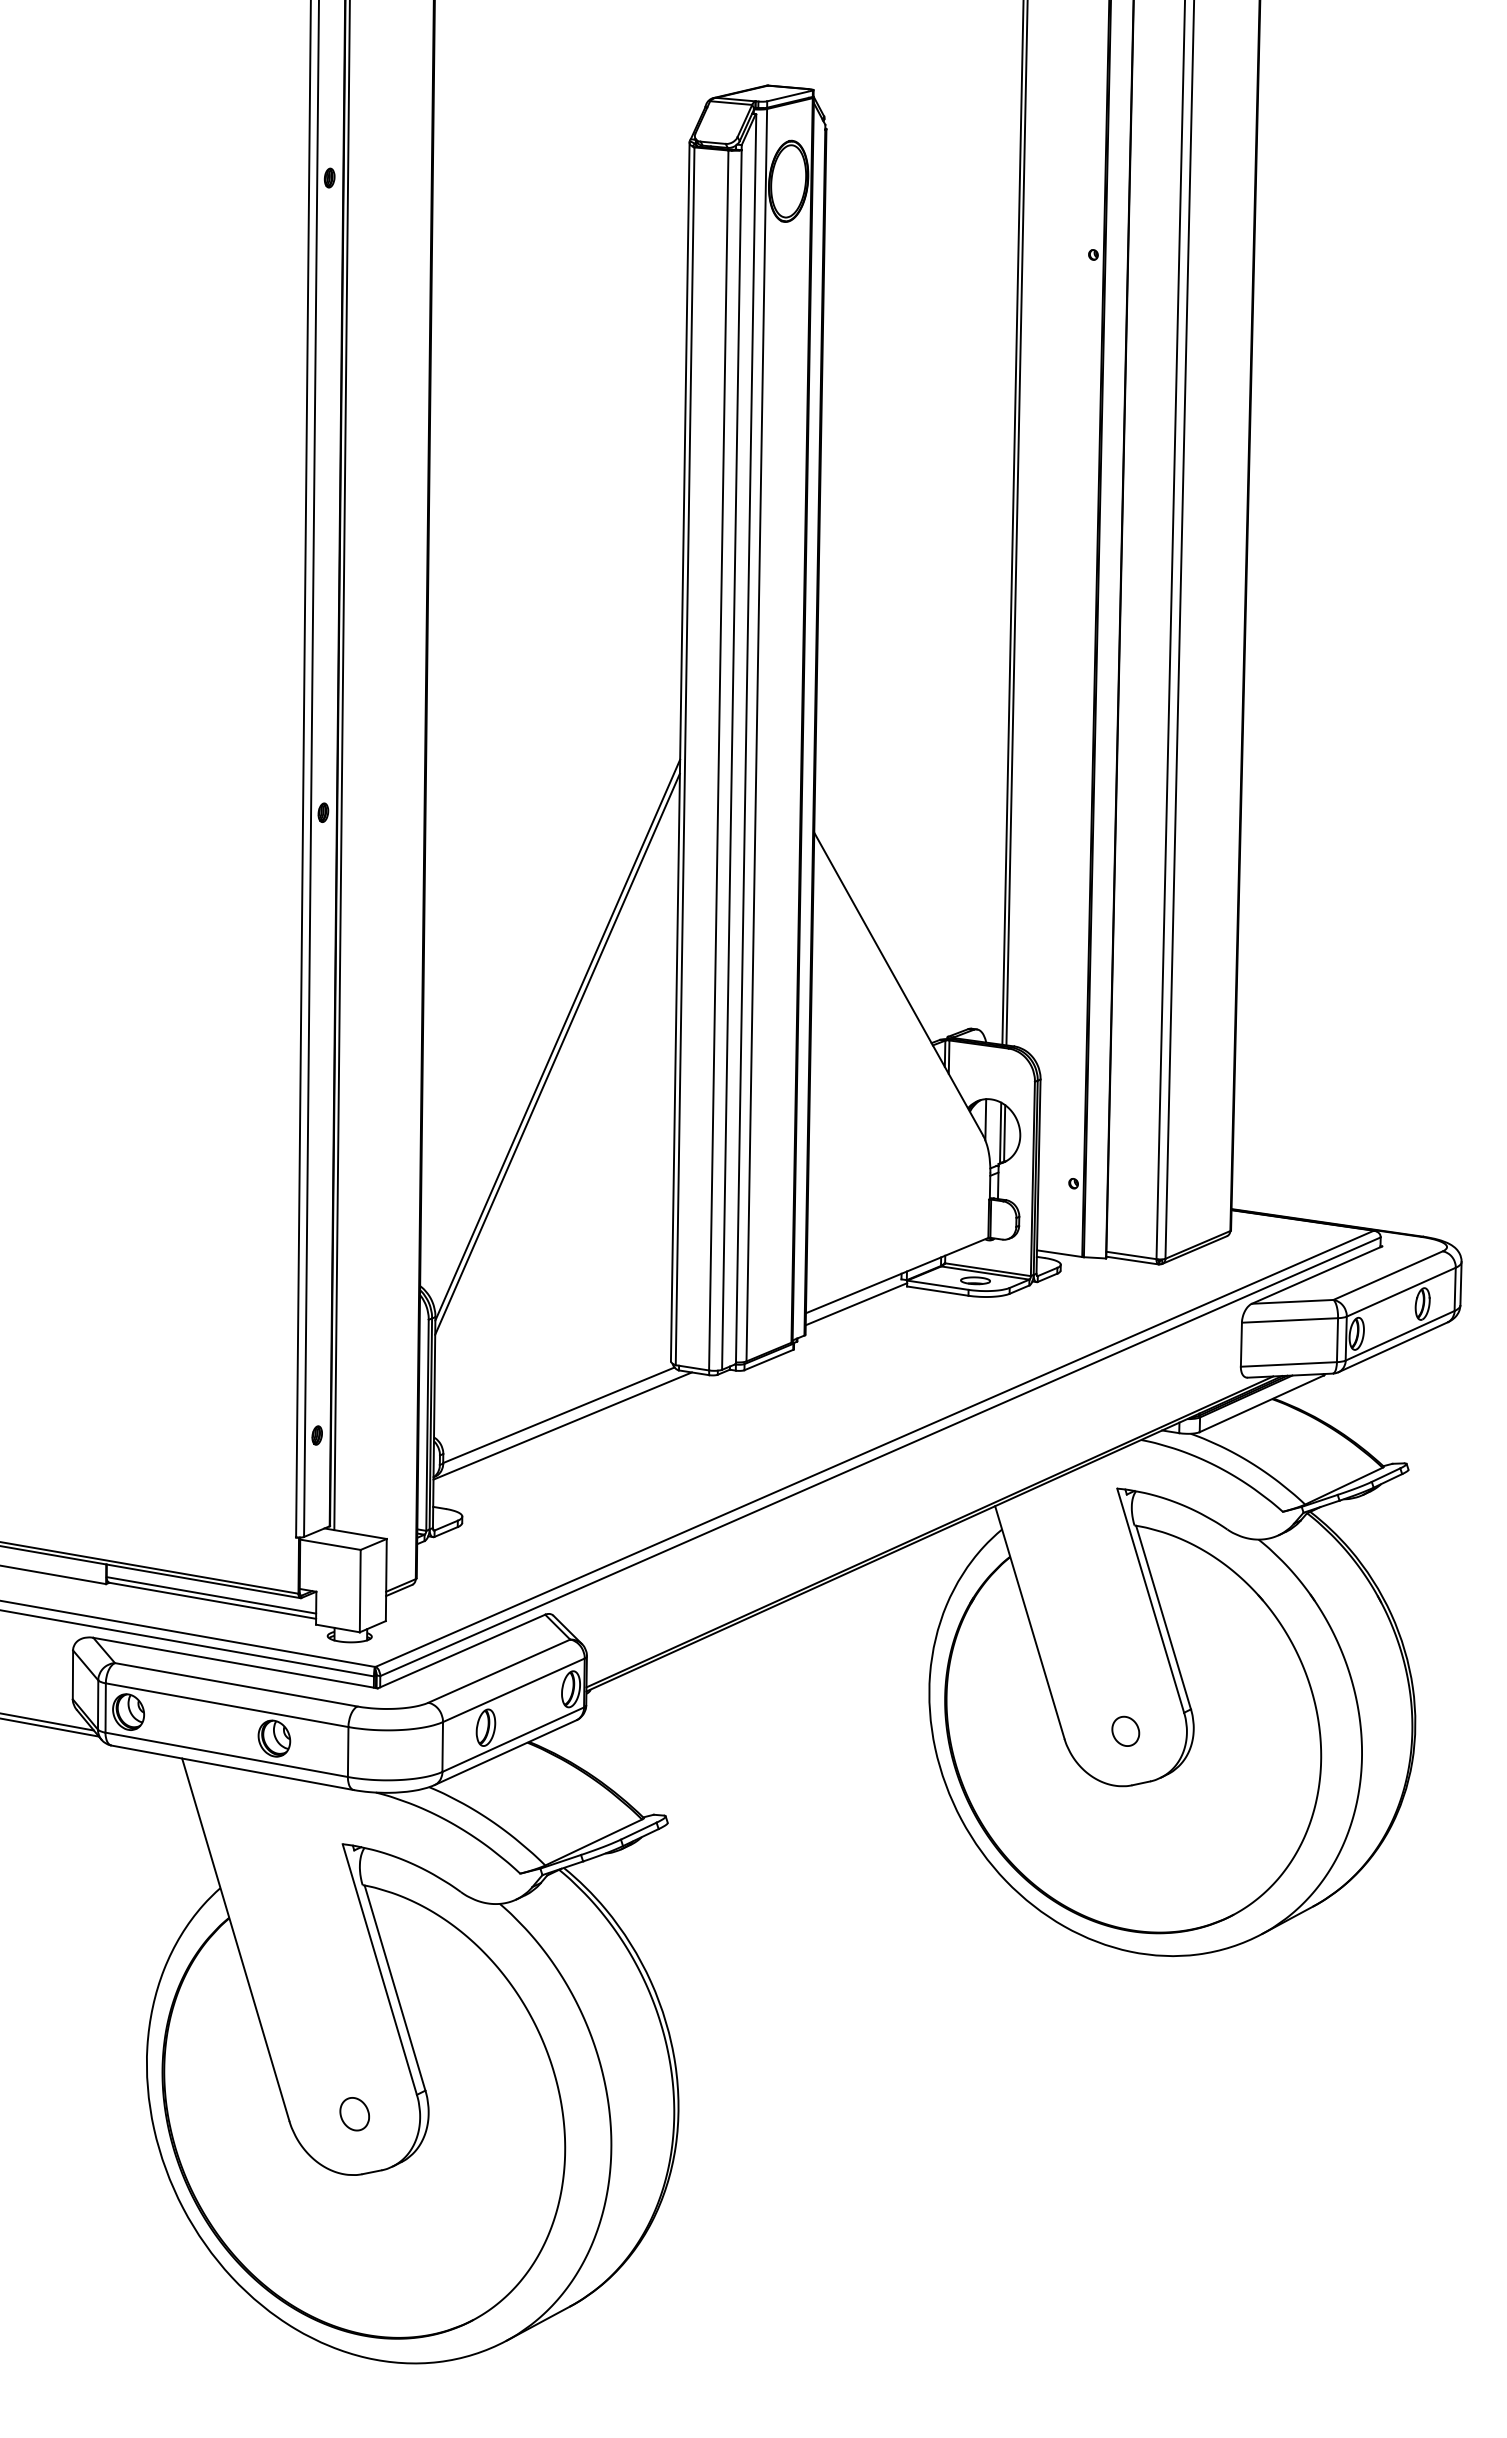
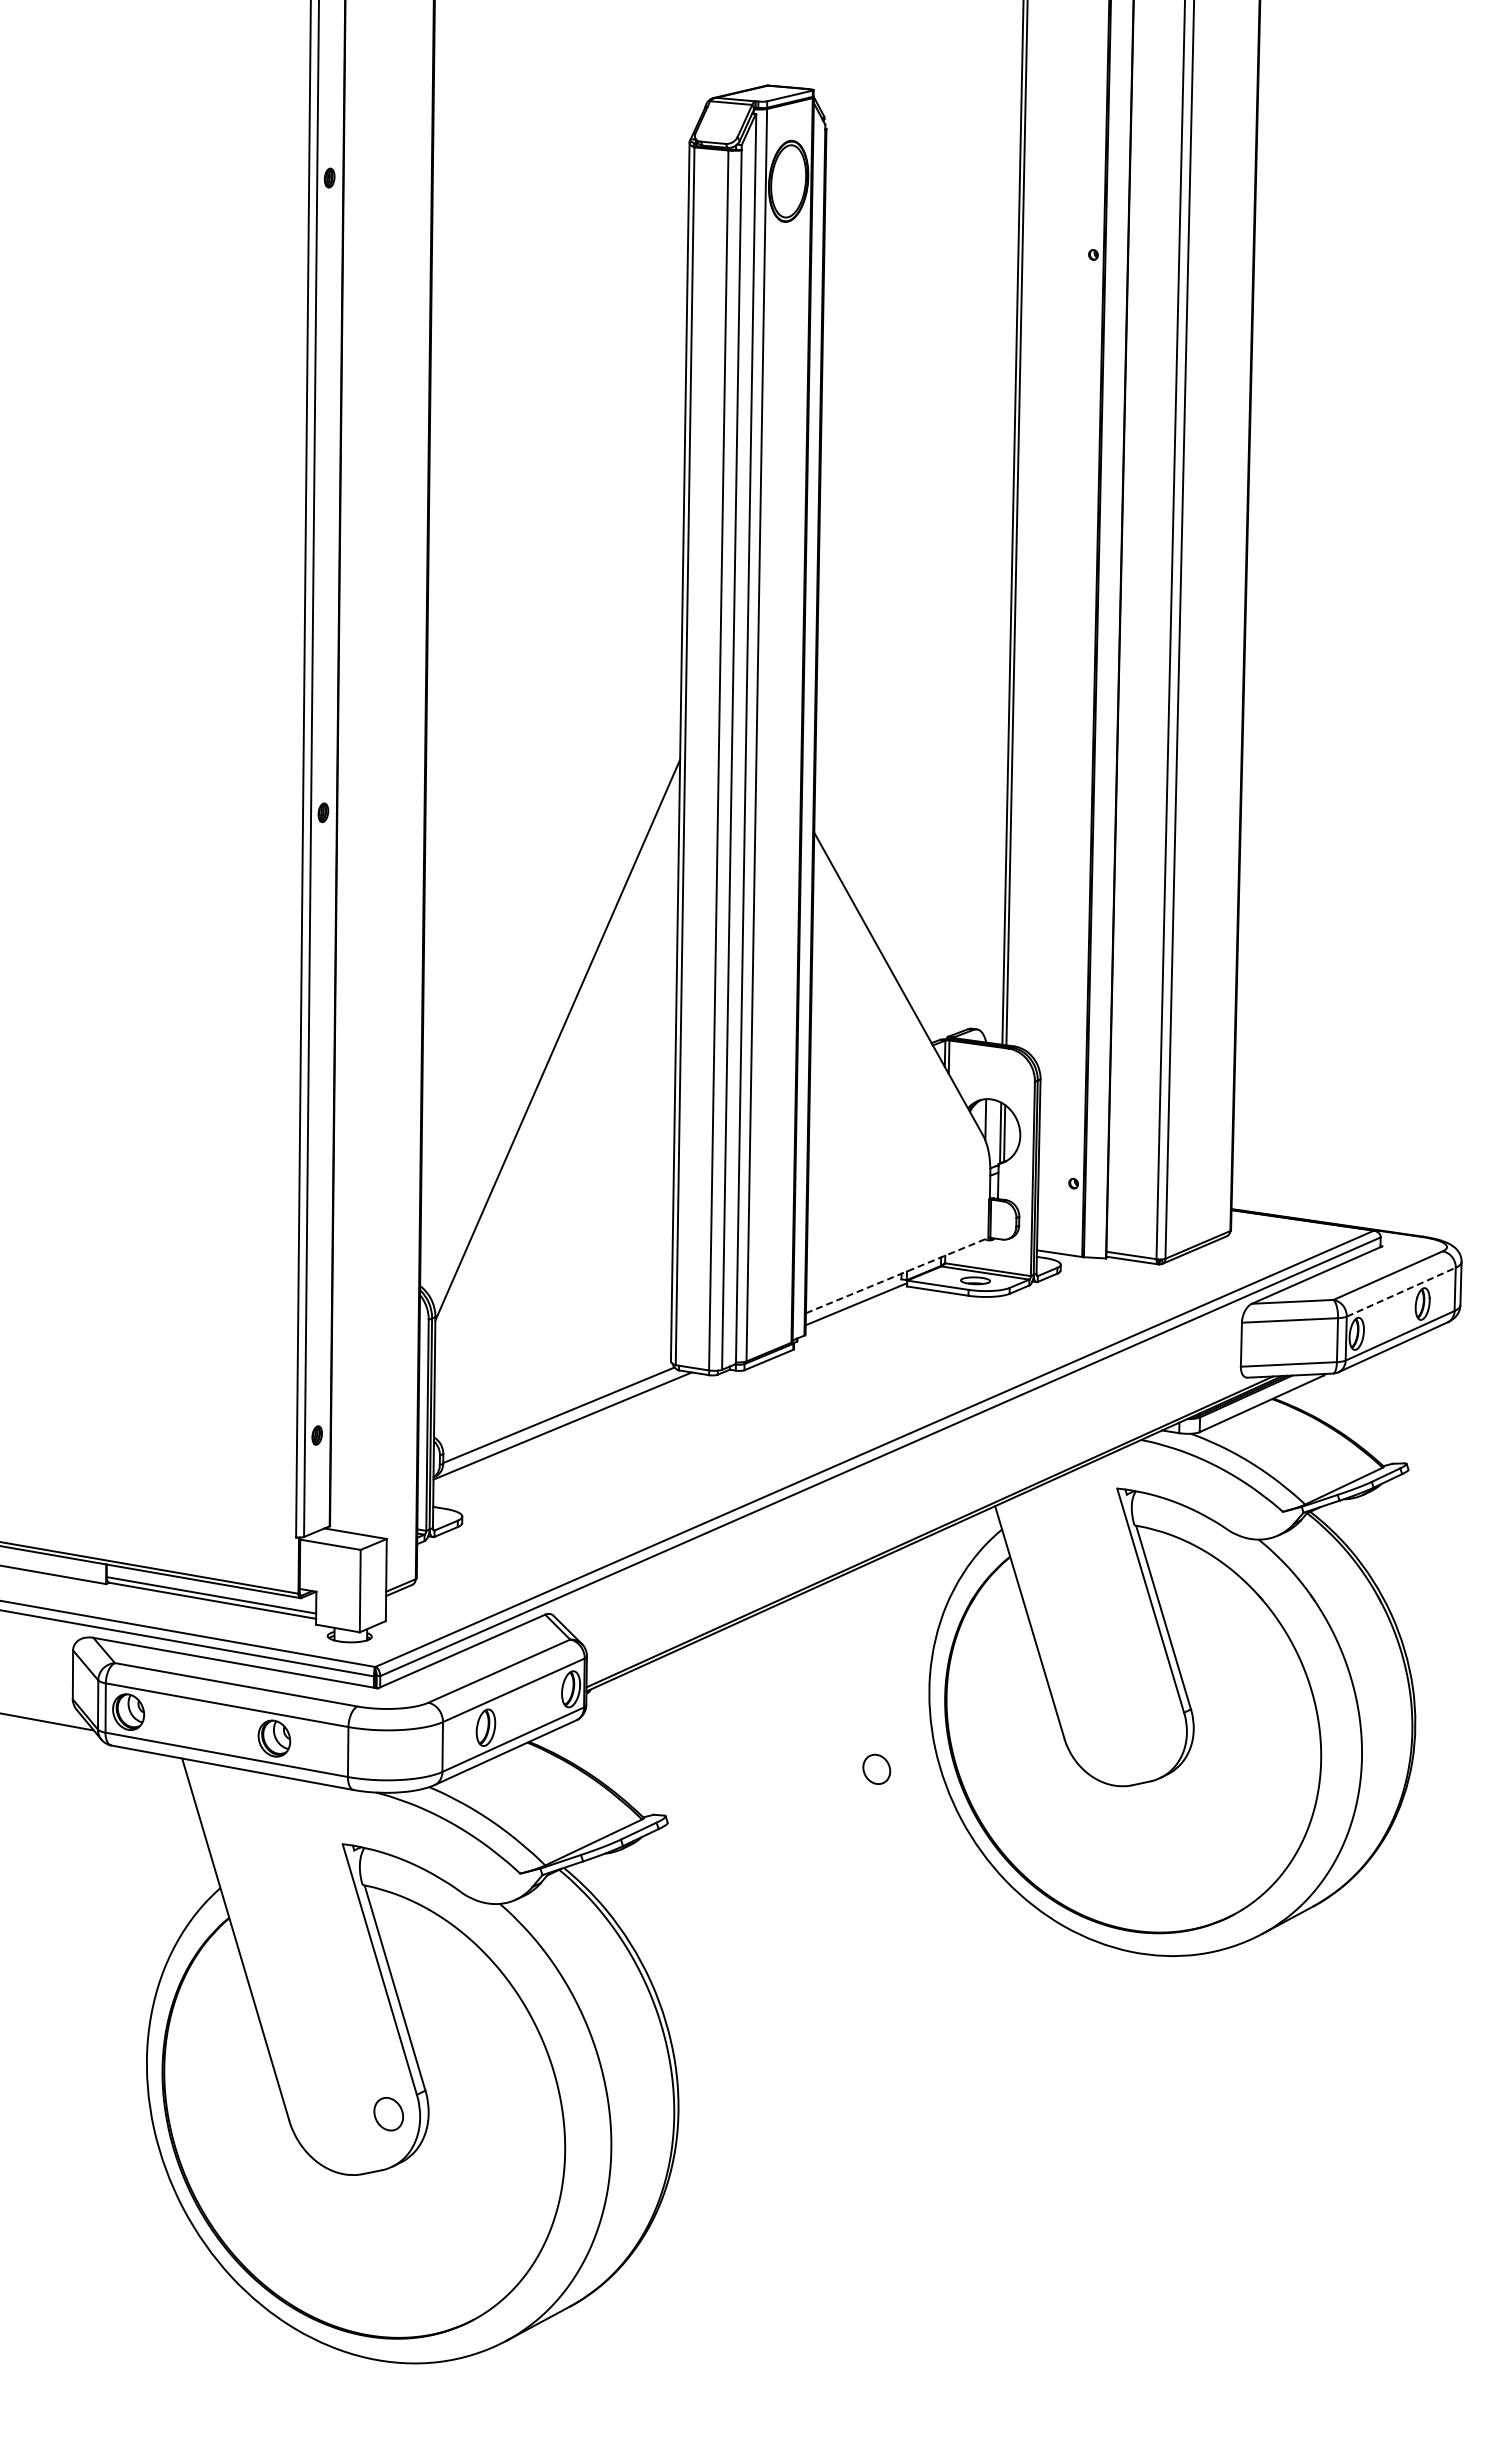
line at (341, 766): present -> none
line at (557, 1053): present -> none
line at (897, 1275): solid -> dashed
line at (1401, 1292): solid -> dashed
line at (50, 1727): present -> none
part at (1125, 1730) position: (1125, 1730) -> (876, 1768)
part at (354, 2114) position: (354, 2114) -> (388, 2114)
